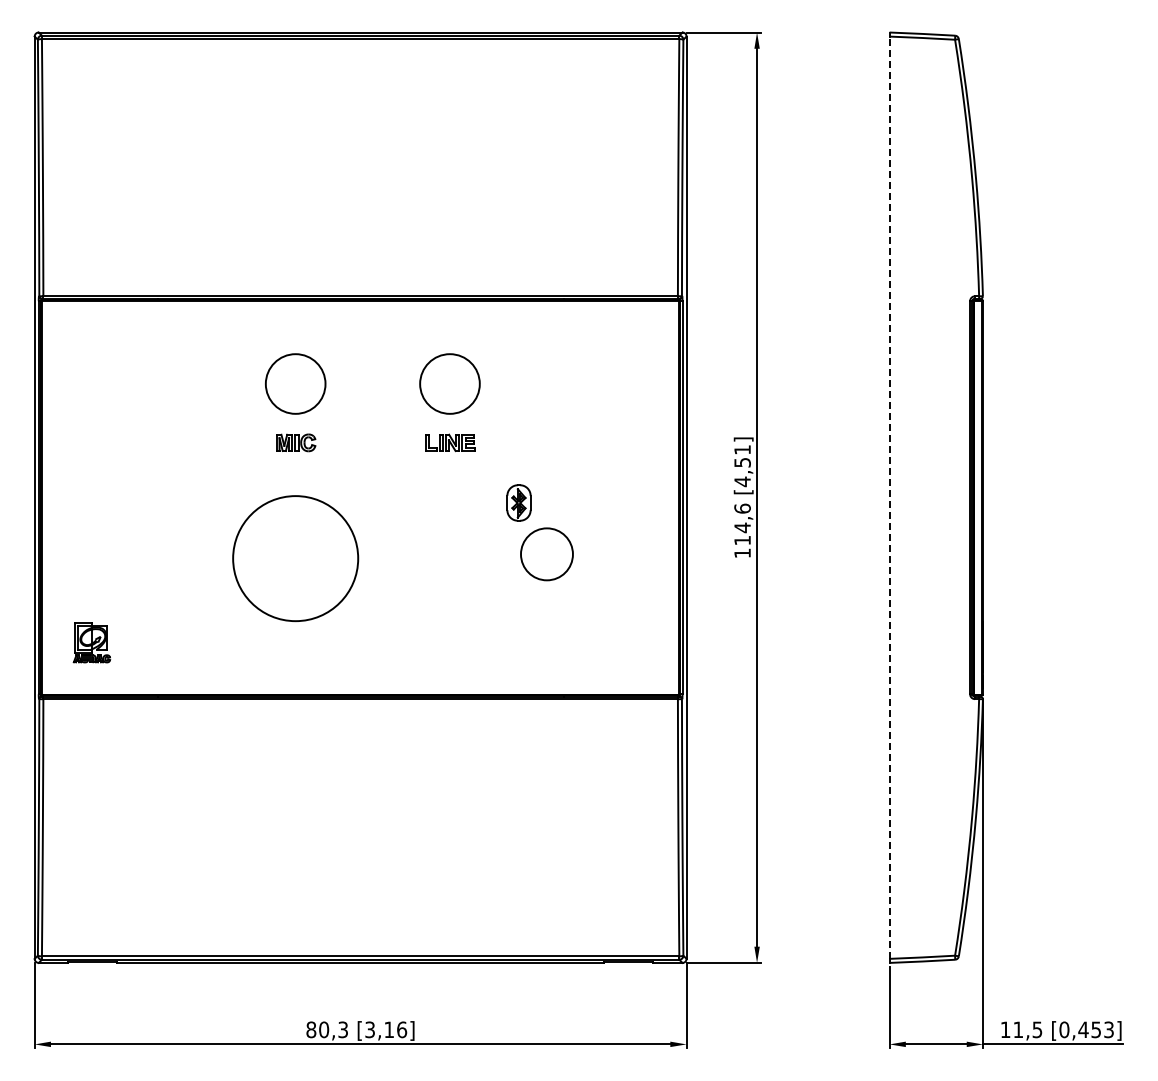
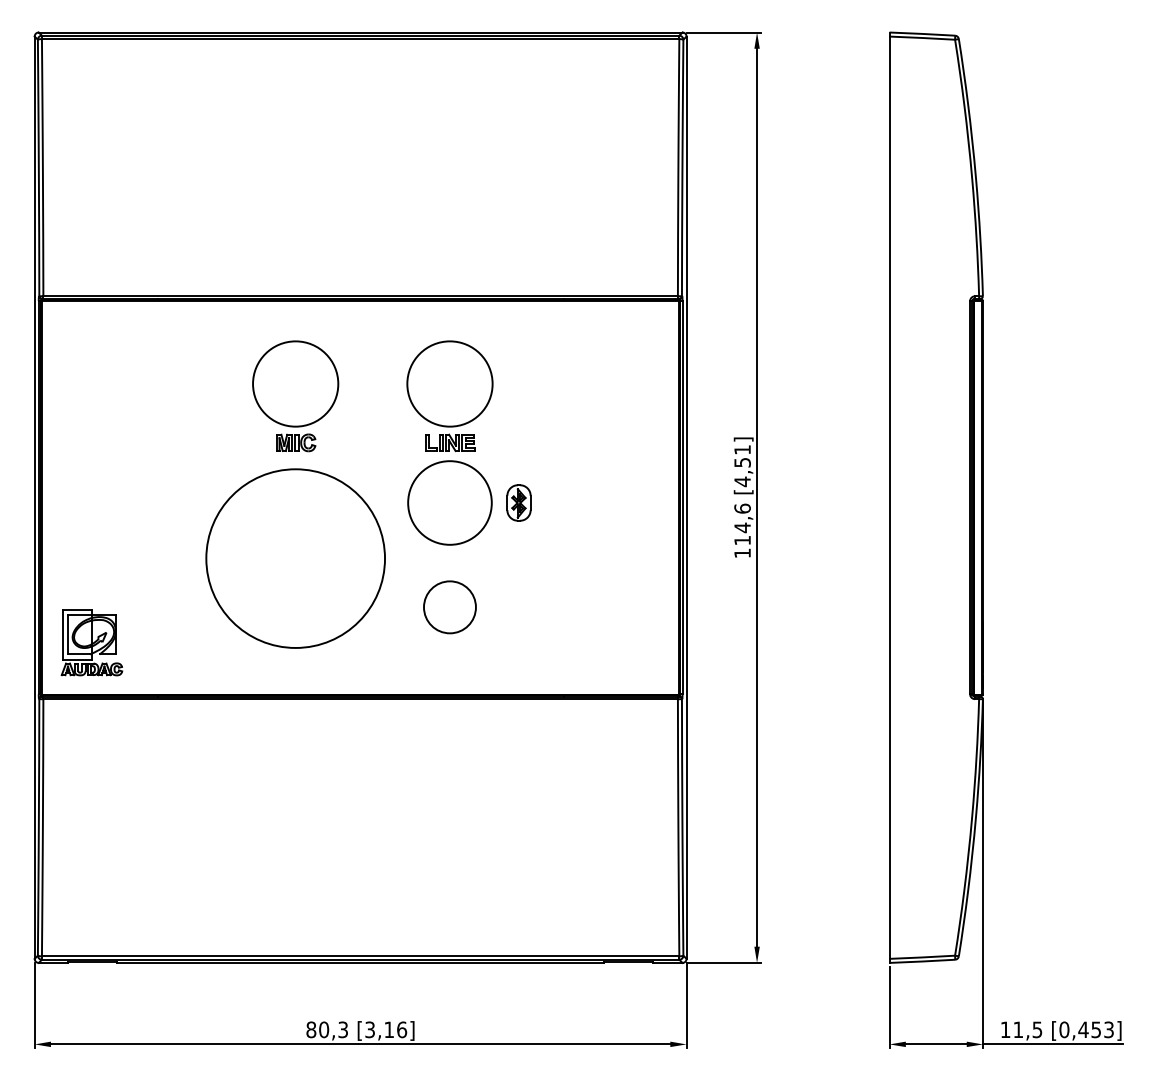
circle at (295, 383) diameter: 60 px -> 85 px
circle at (449, 383) diameter: 60 px -> 85 px
line at (889, 497): dashed -> solid
circle at (449, 502): none -> present
circle at (546, 554) position: (546, 554) -> (449, 607)
circle at (295, 558) diameter: 125 px -> 179 px
part at (91, 642) size: 40x42 px -> 64x68 px
